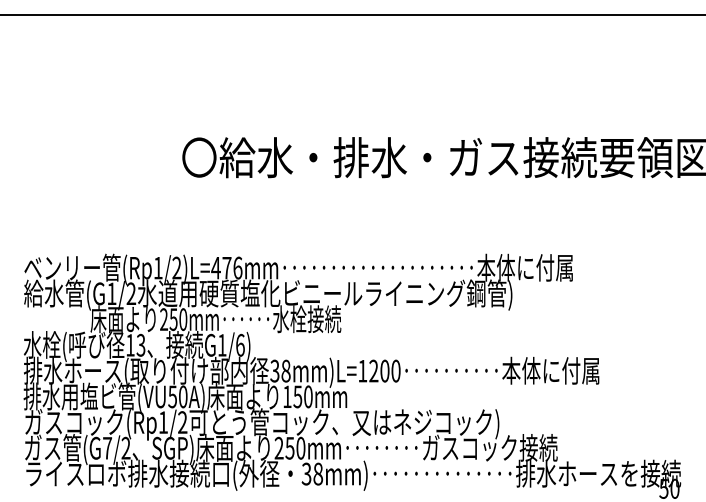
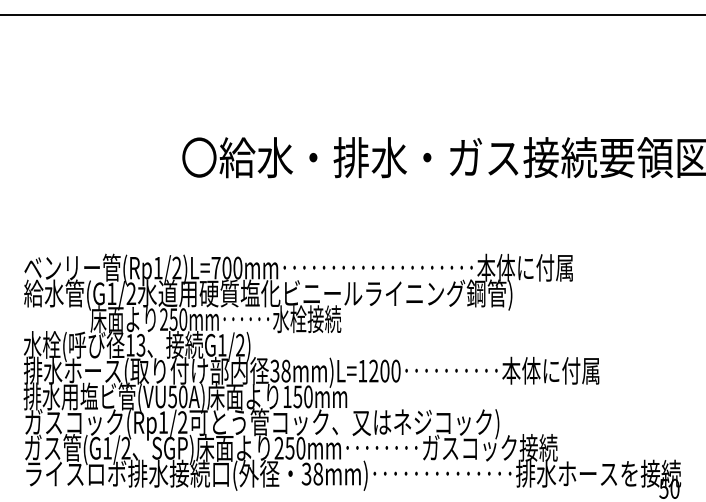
text at (226, 267): (Rp1/2)L=476mm -> (Rp1/2)L=700mm
text at (240, 344): G1/6) -> G1/2)
text at (107, 448): (G7/2 -> (G1/2
